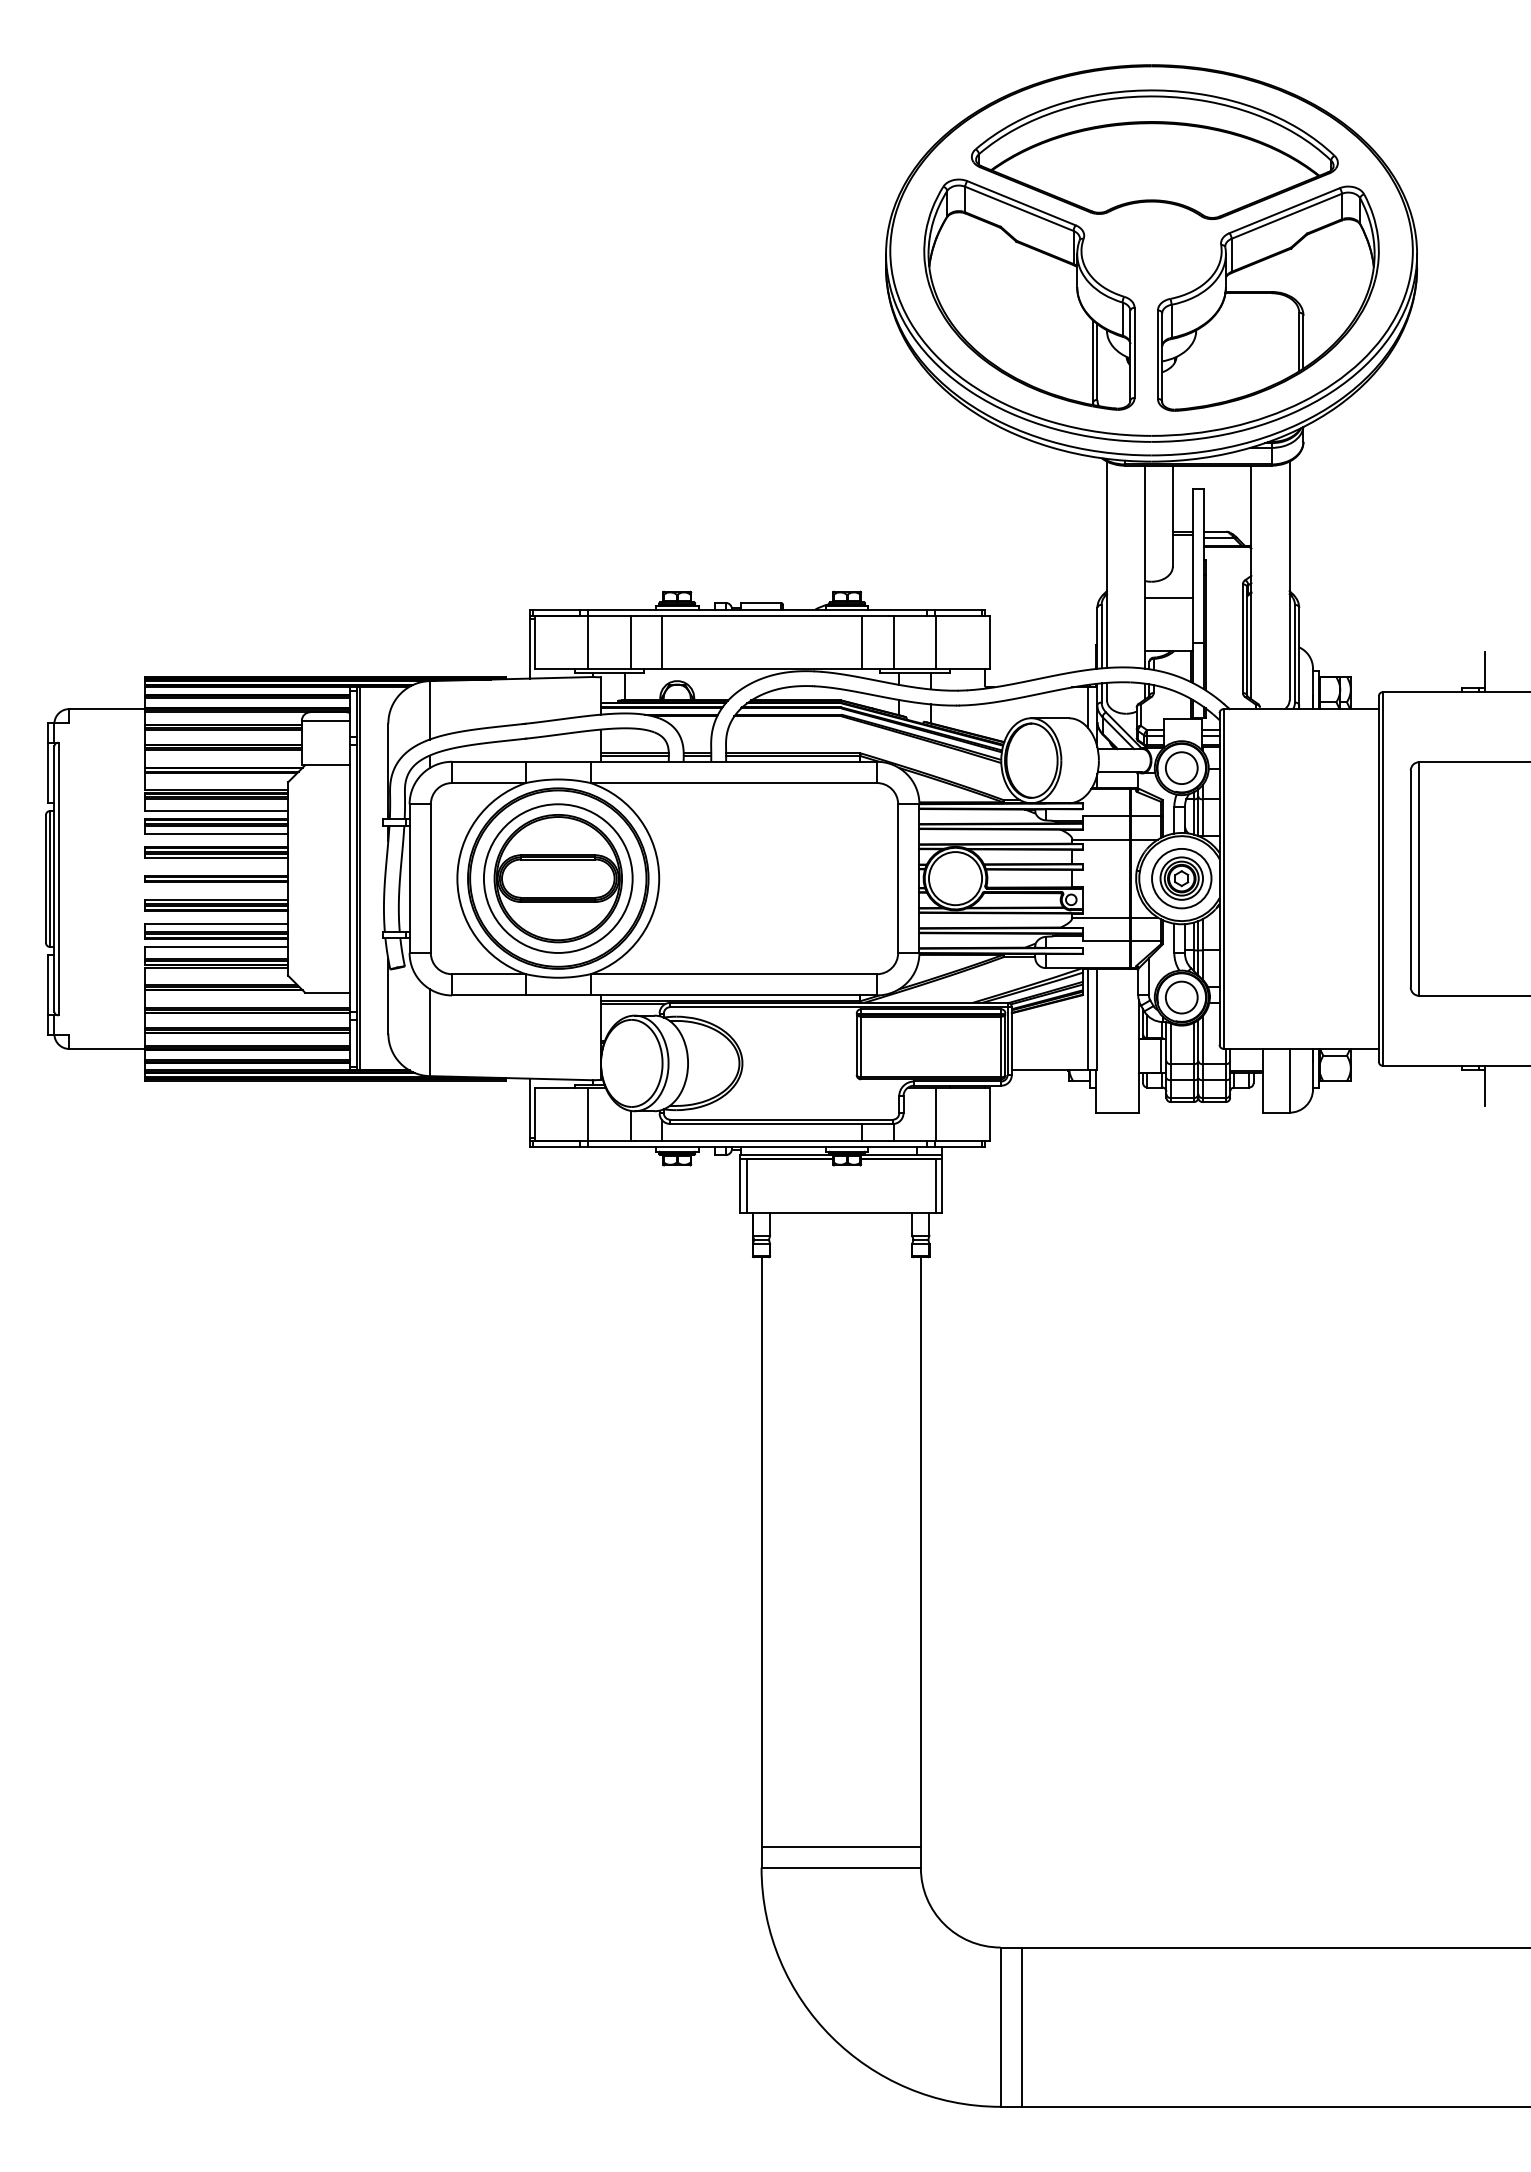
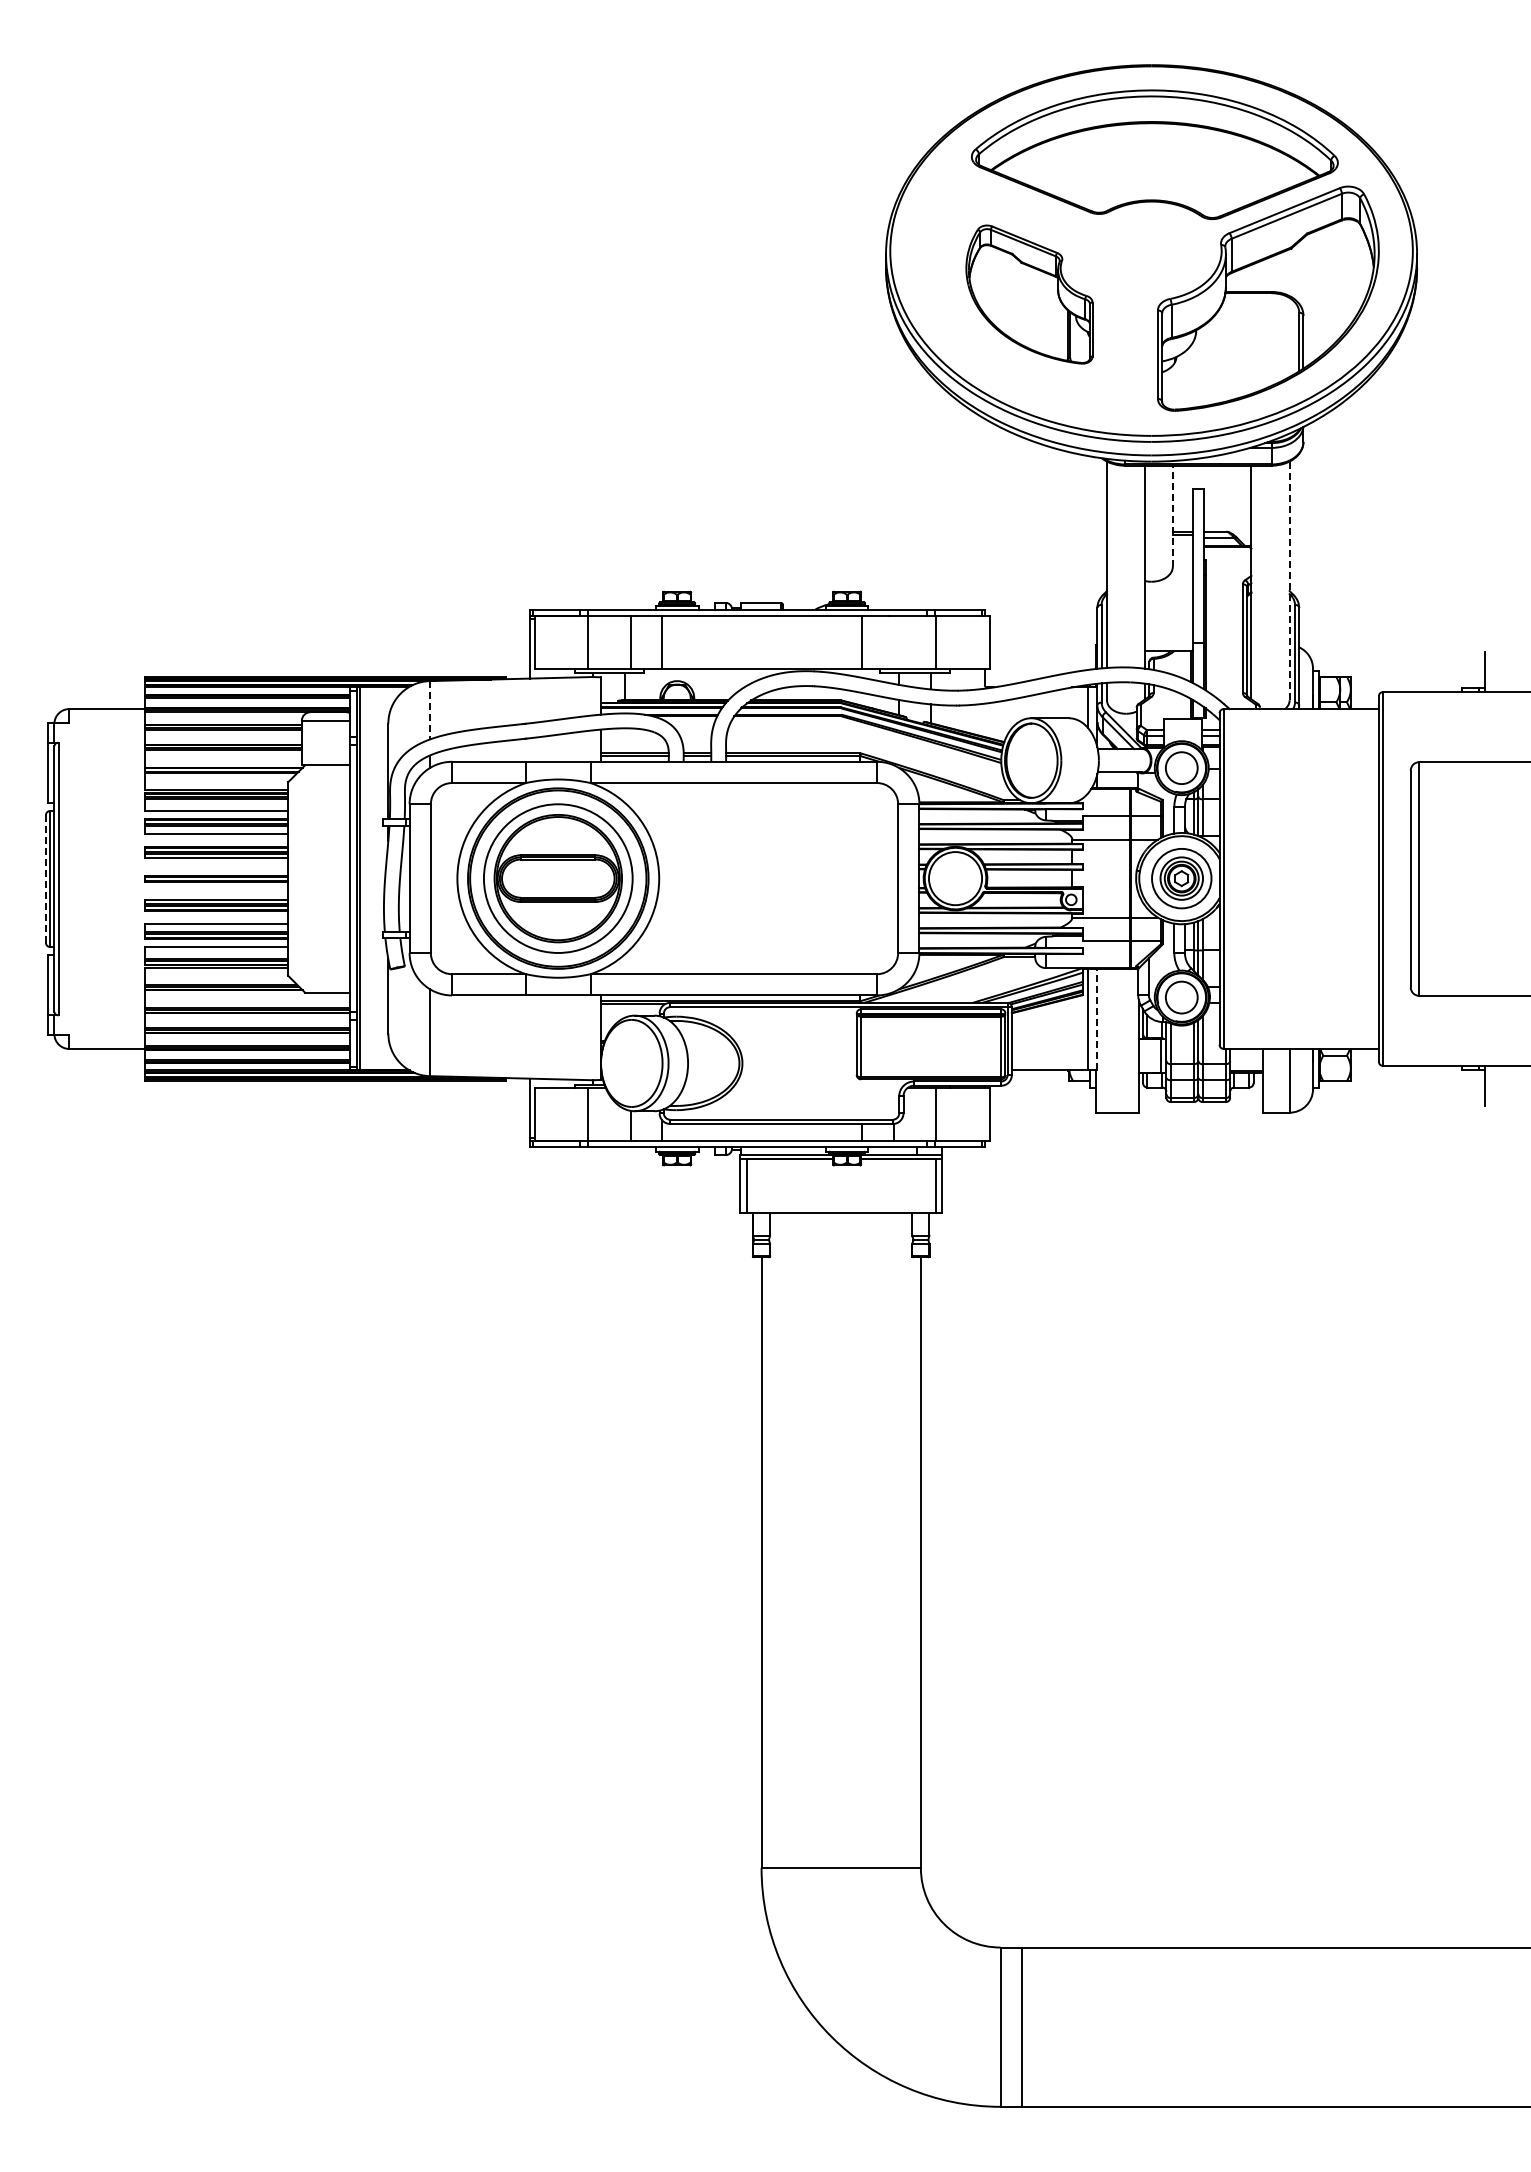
part at (1029, 294) size: 213x233 px -> 129x141 px
line at (1172, 516): solid -> dashed
line at (1289, 580): solid -> dashed
line at (1169, 598): present -> none
line at (893, 642): present -> none
line at (429, 710): solid -> dashed
line at (45, 879): solid -> dashed
line at (1097, 1018): solid -> dashed
line at (840, 1846): present -> none
